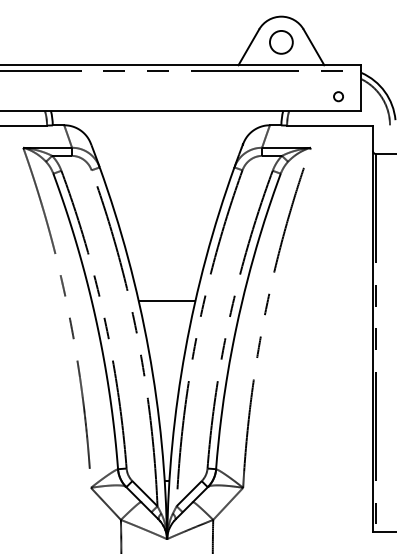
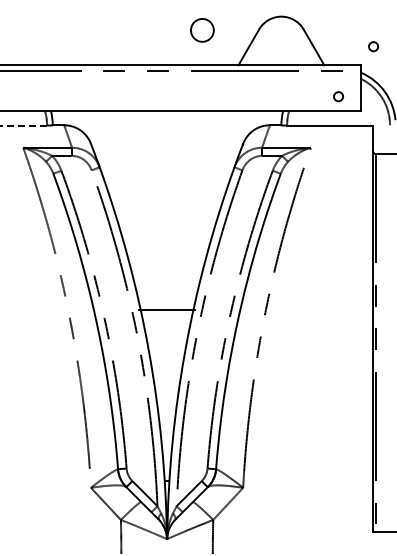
circle at (281, 42) position: (281, 42) -> (202, 30)
circle at (373, 46): none -> present
line at (23, 125): solid -> dashed
line at (166, 301) position: (166, 301) -> (166, 310)
